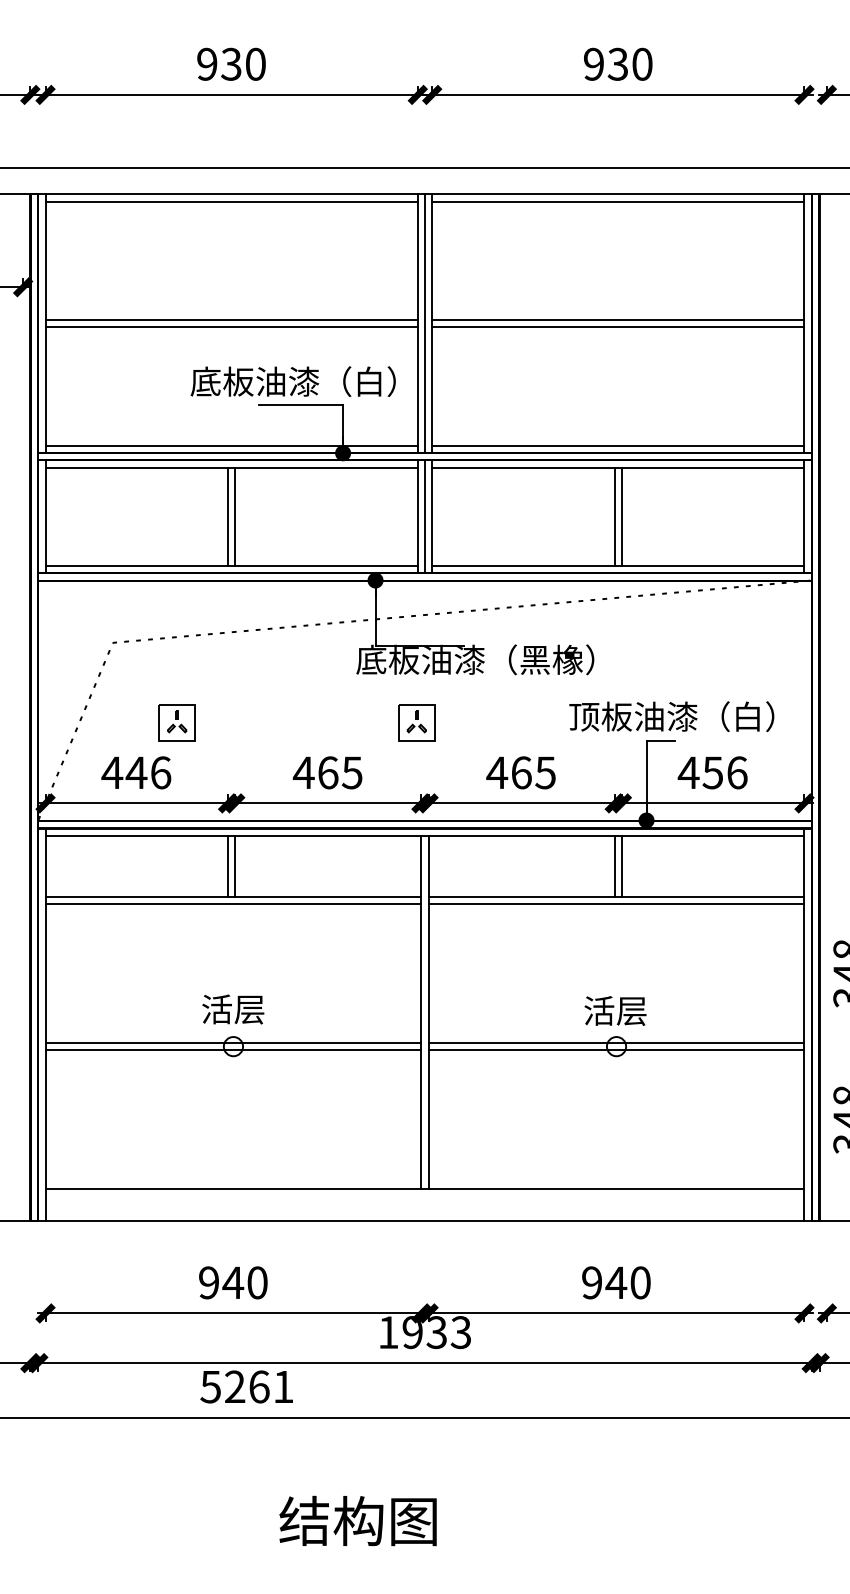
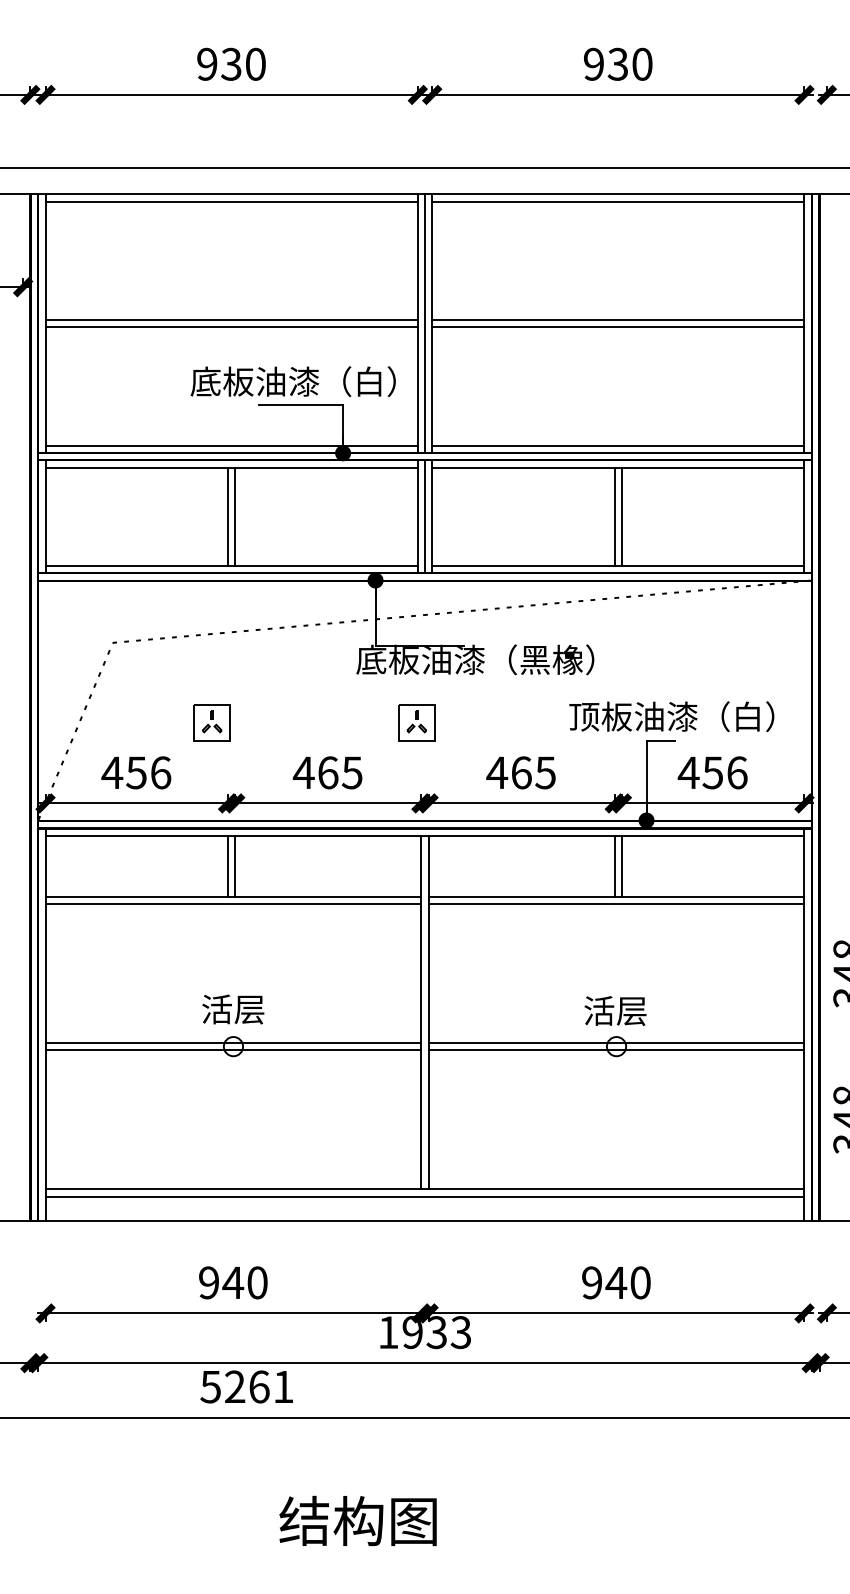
part at (176, 722) position: (176, 722) -> (211, 722)
text at (136, 772): 446 -> 456
line at (424, 1196): none -> present
